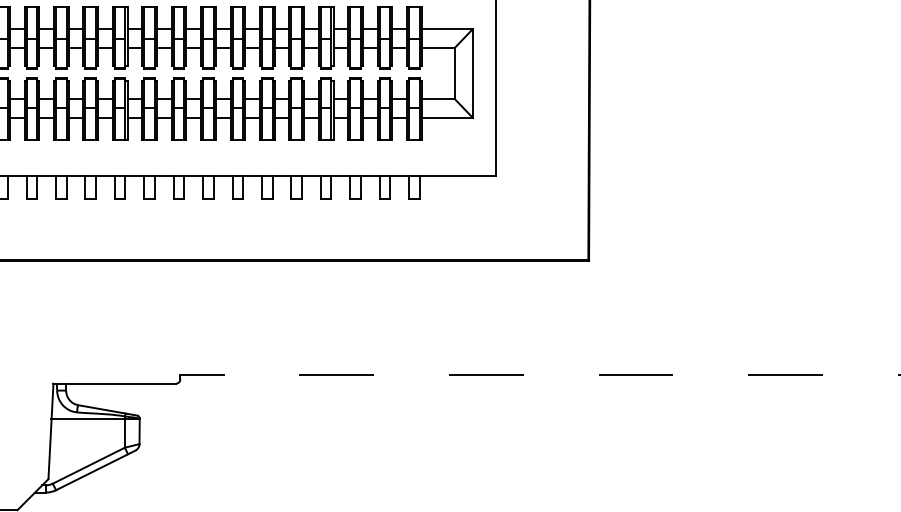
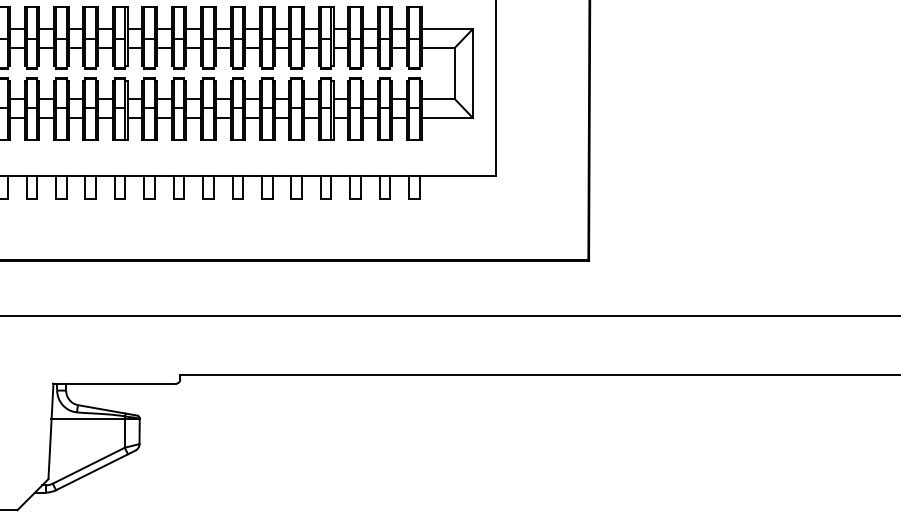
line at (449, 315): none -> present
line at (540, 374): dashed -> solid
